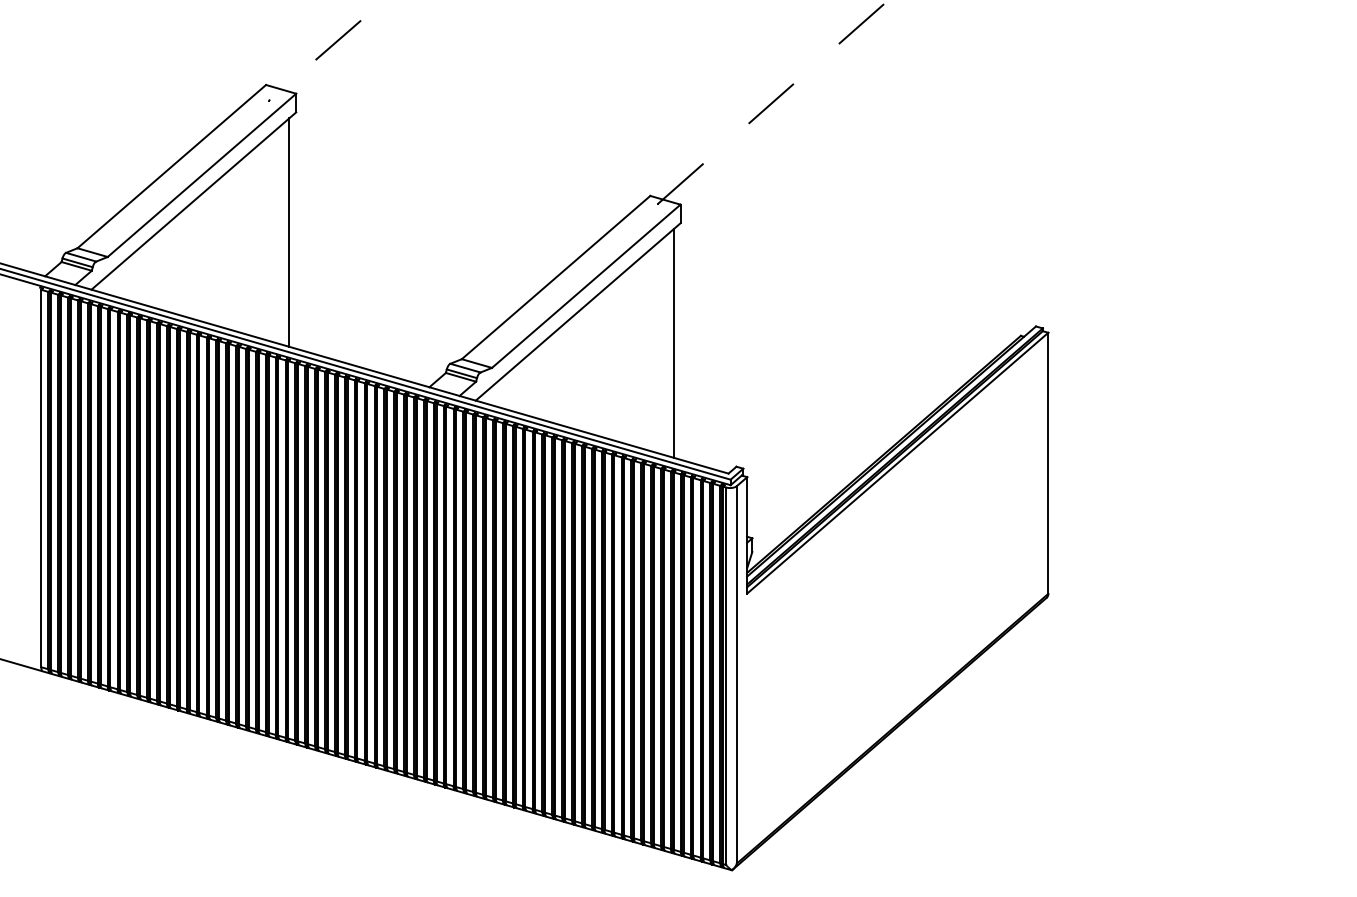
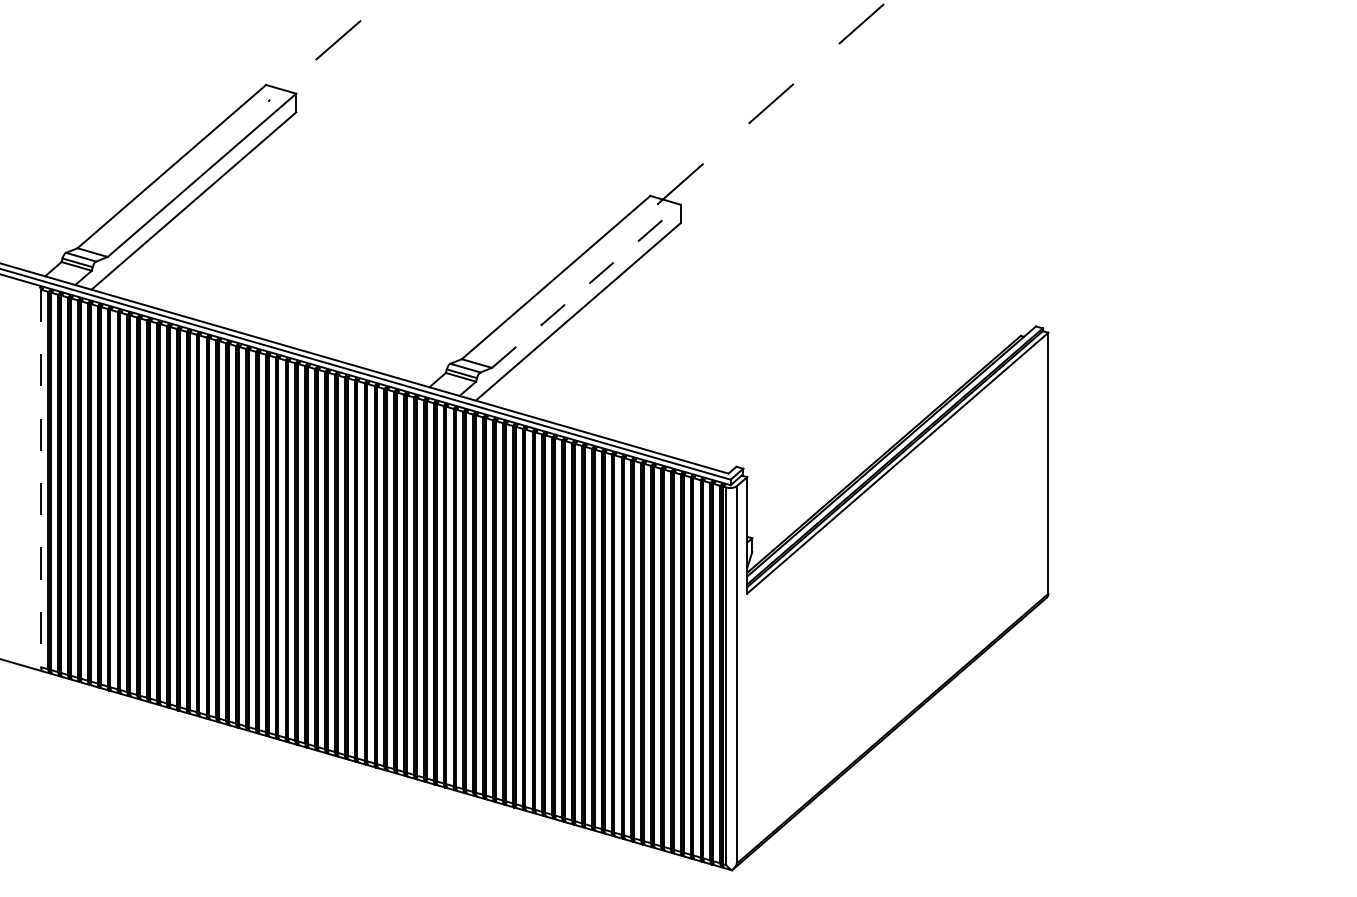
line at (289, 232): present -> none
line at (586, 286): solid -> dashed
line at (673, 343): present -> none
line at (41, 478): solid -> dashed
